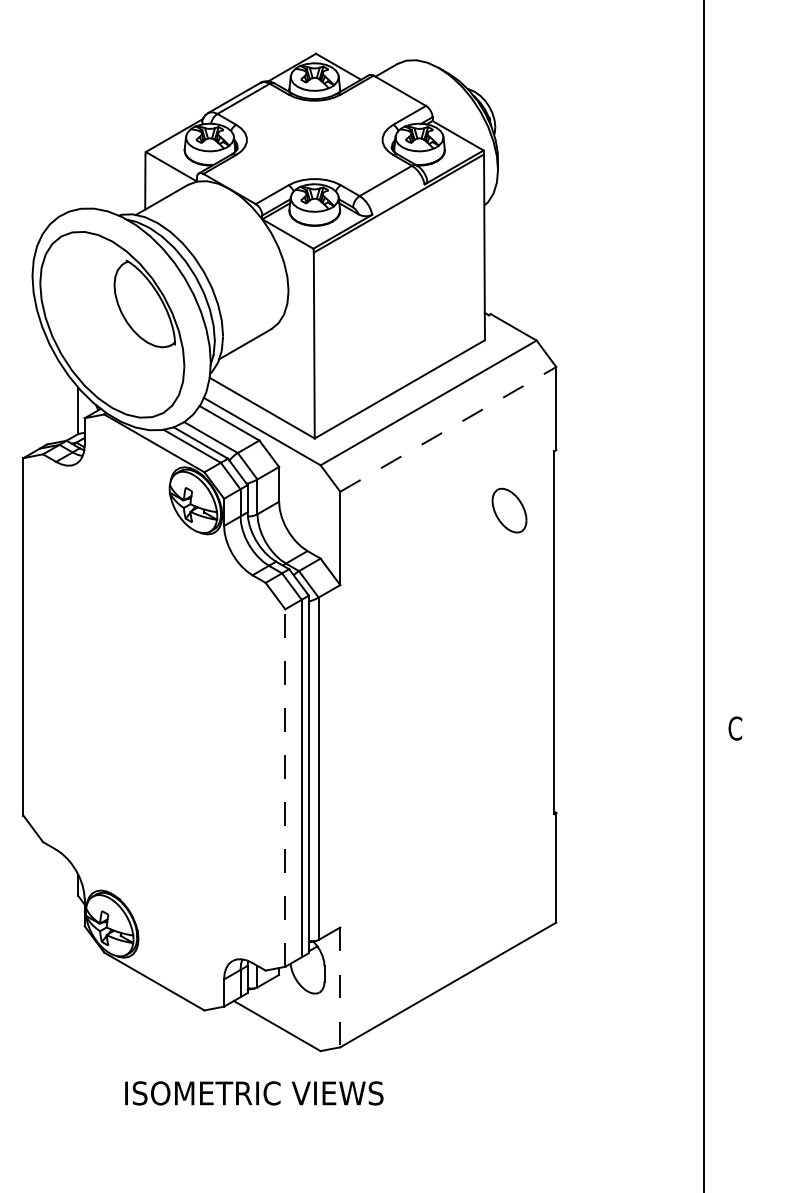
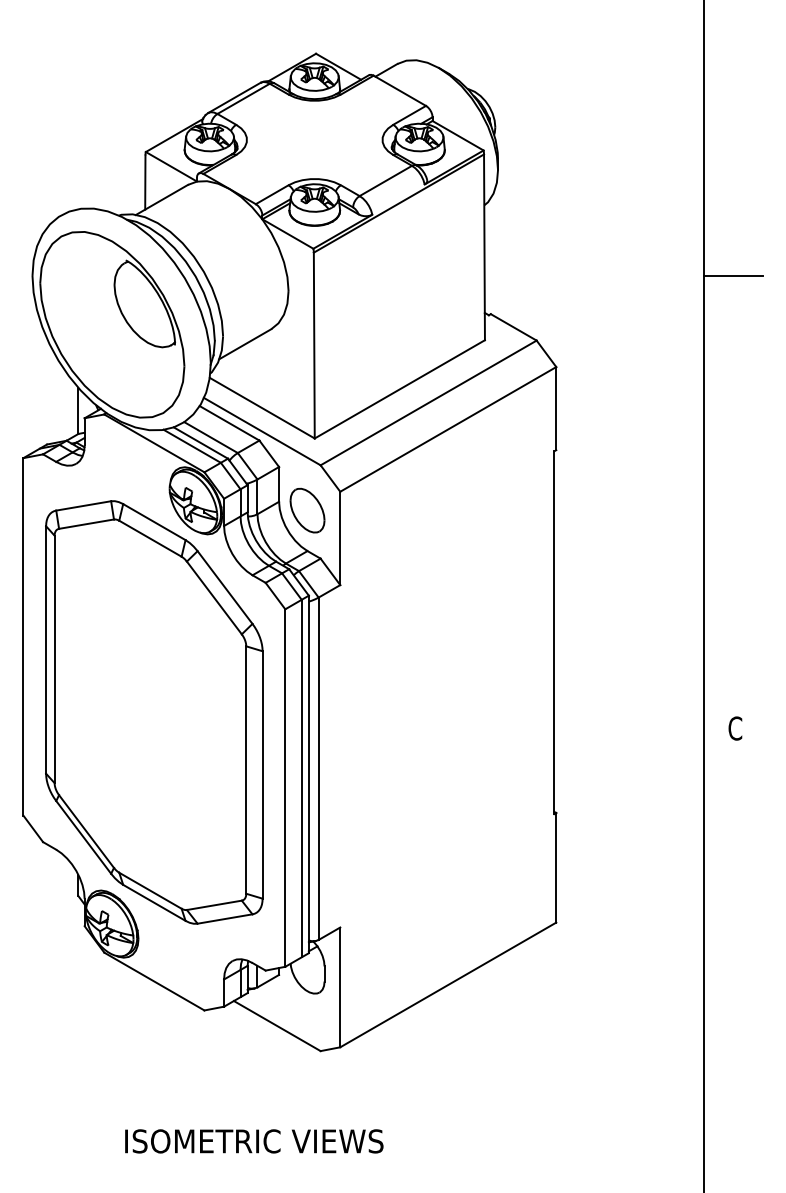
line at (732, 275): none -> present
line at (448, 429): dashed -> solid
part at (509, 510) position: (509, 510) -> (307, 510)
part at (154, 712): none -> present
line at (285, 788): dashed -> solid
line at (340, 987): dashed -> solid
text at (254, 1093) position: (254, 1093) -> (254, 1141)
